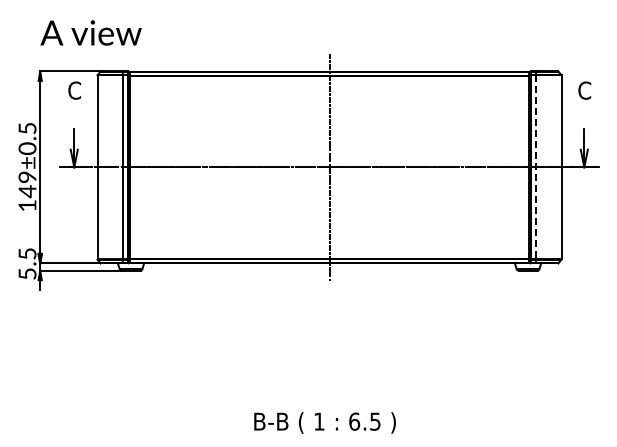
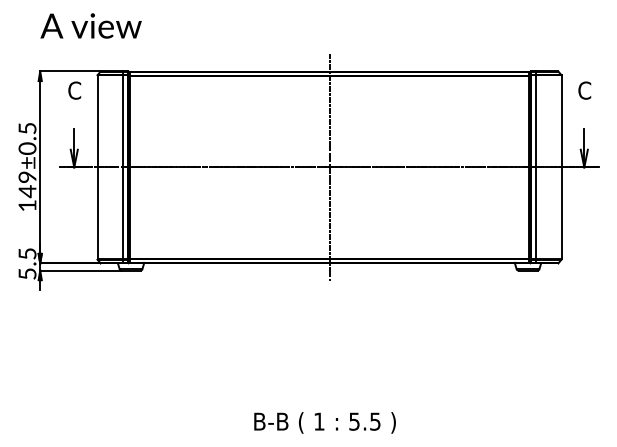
text at (90, 32) position: (90, 32) -> (90, 25)
line at (535, 167): dashed -> solid
text at (354, 421): 6.5 -> 5.5
